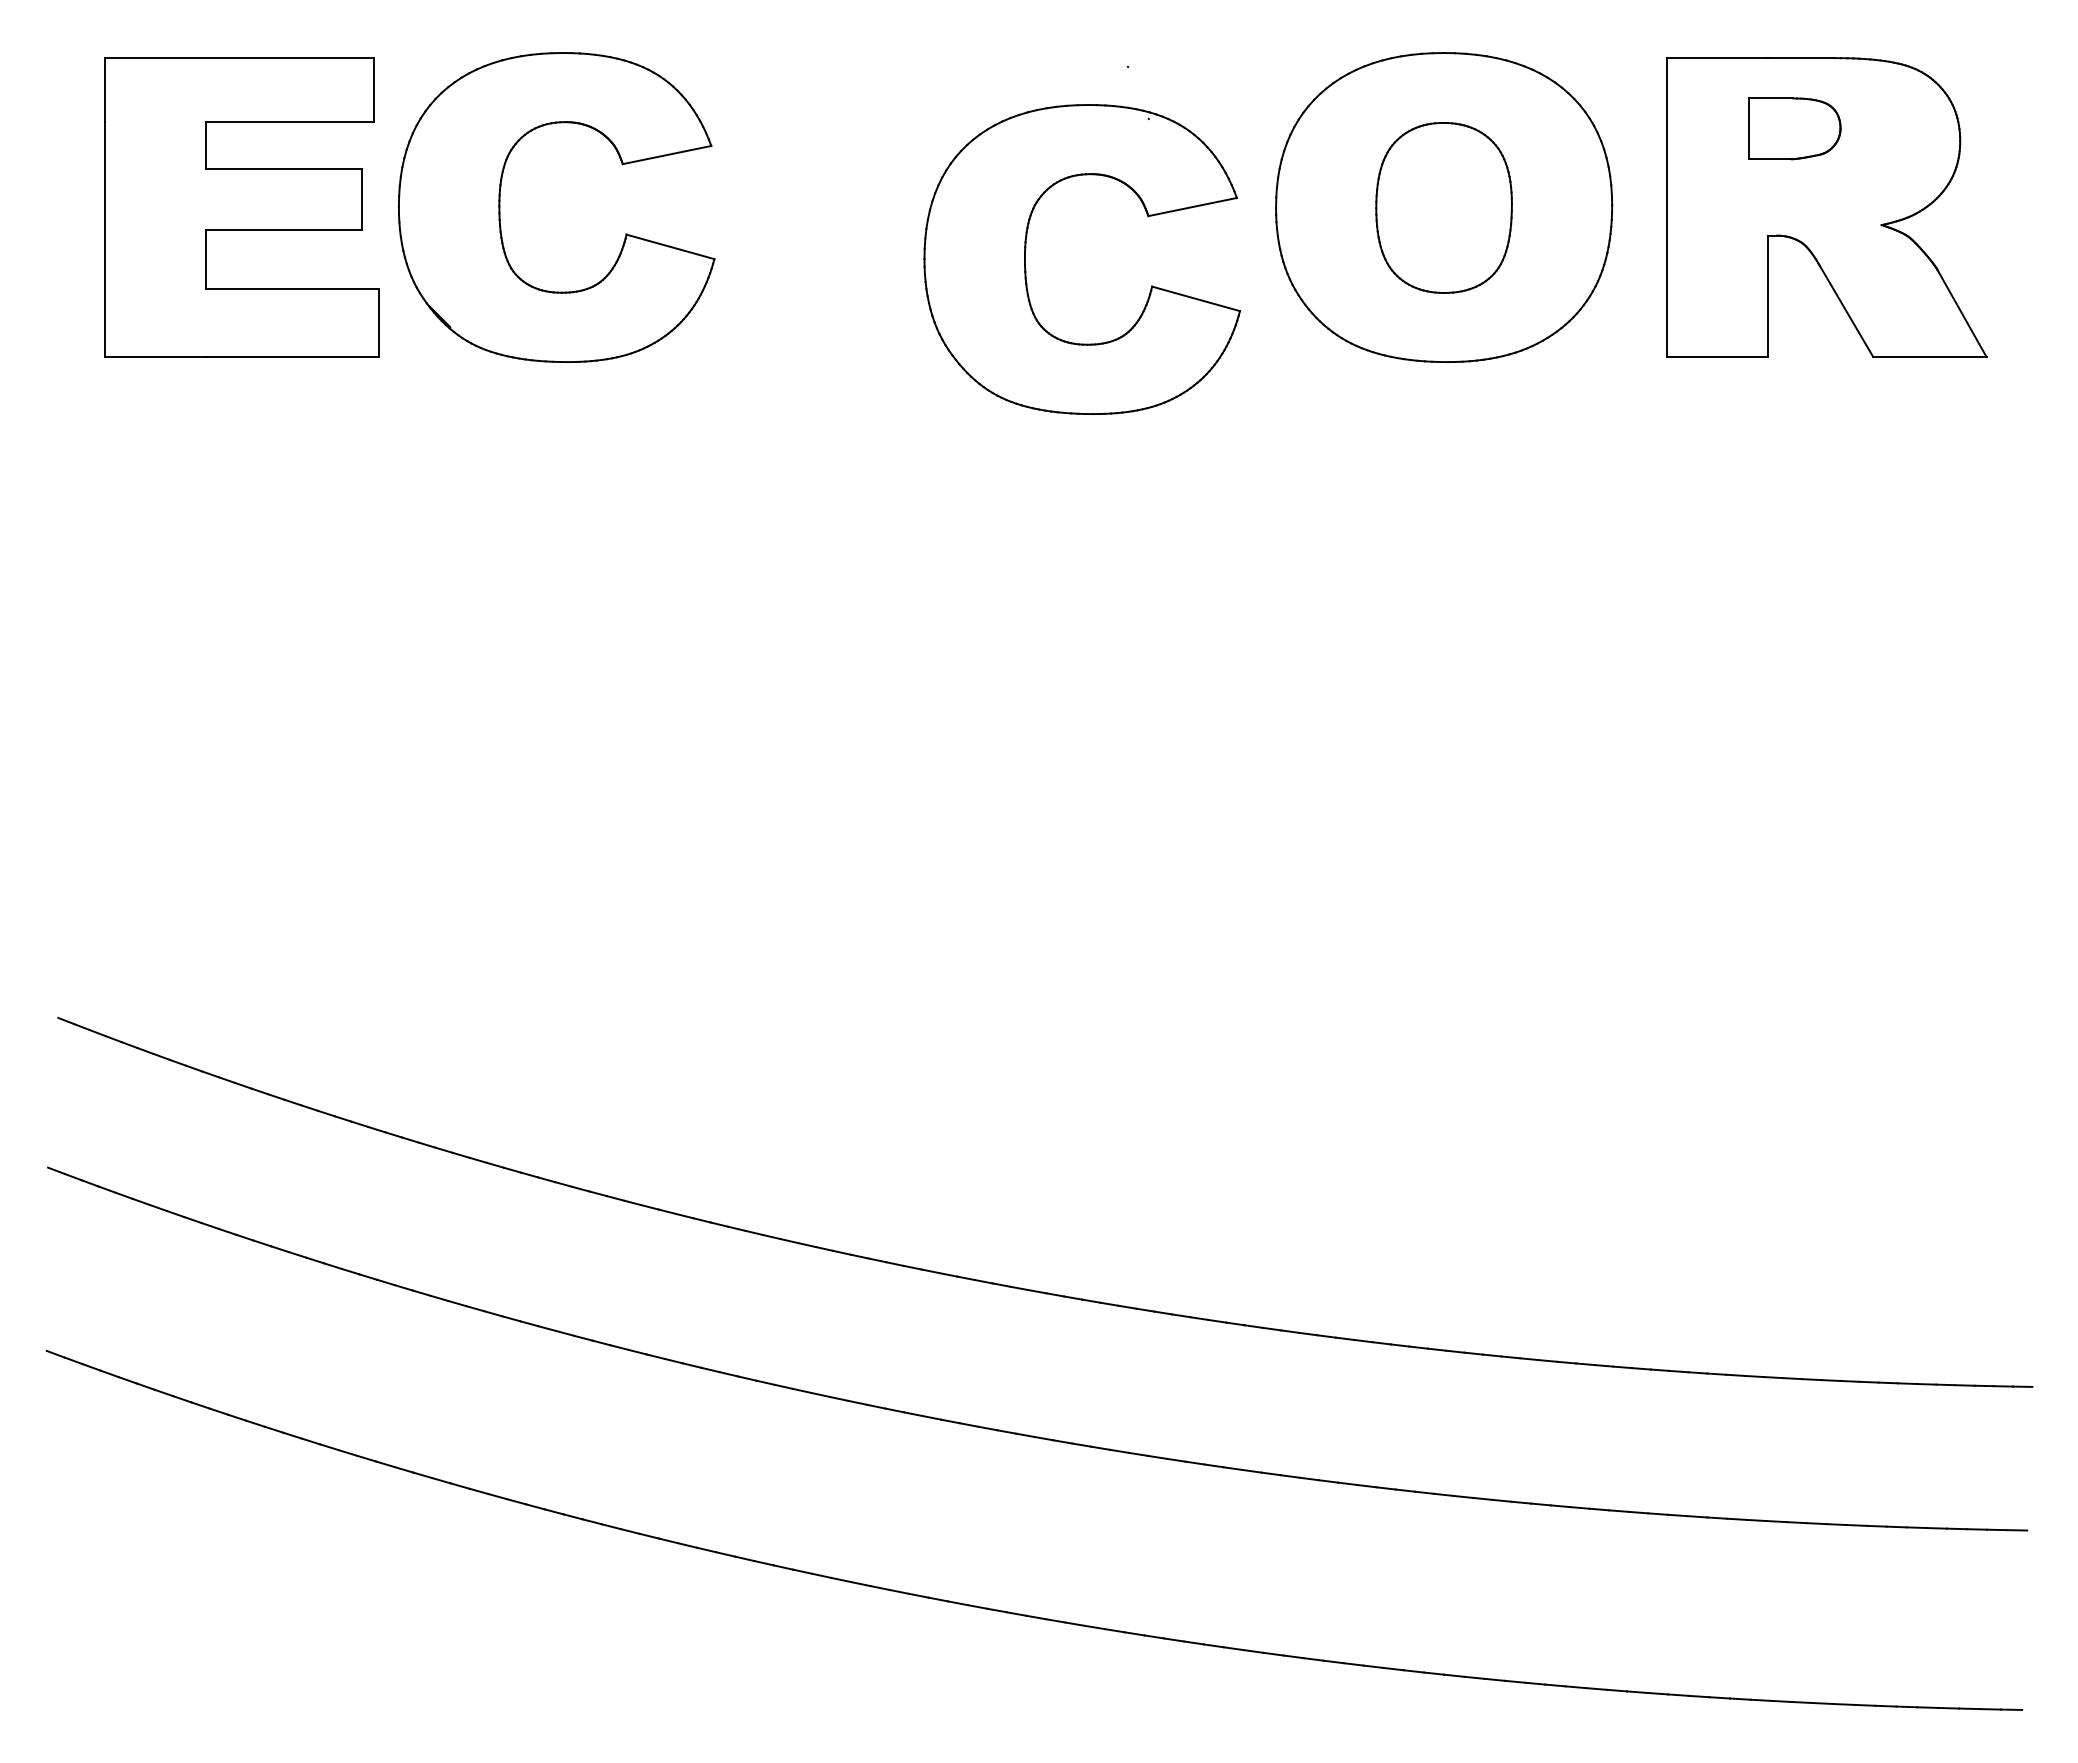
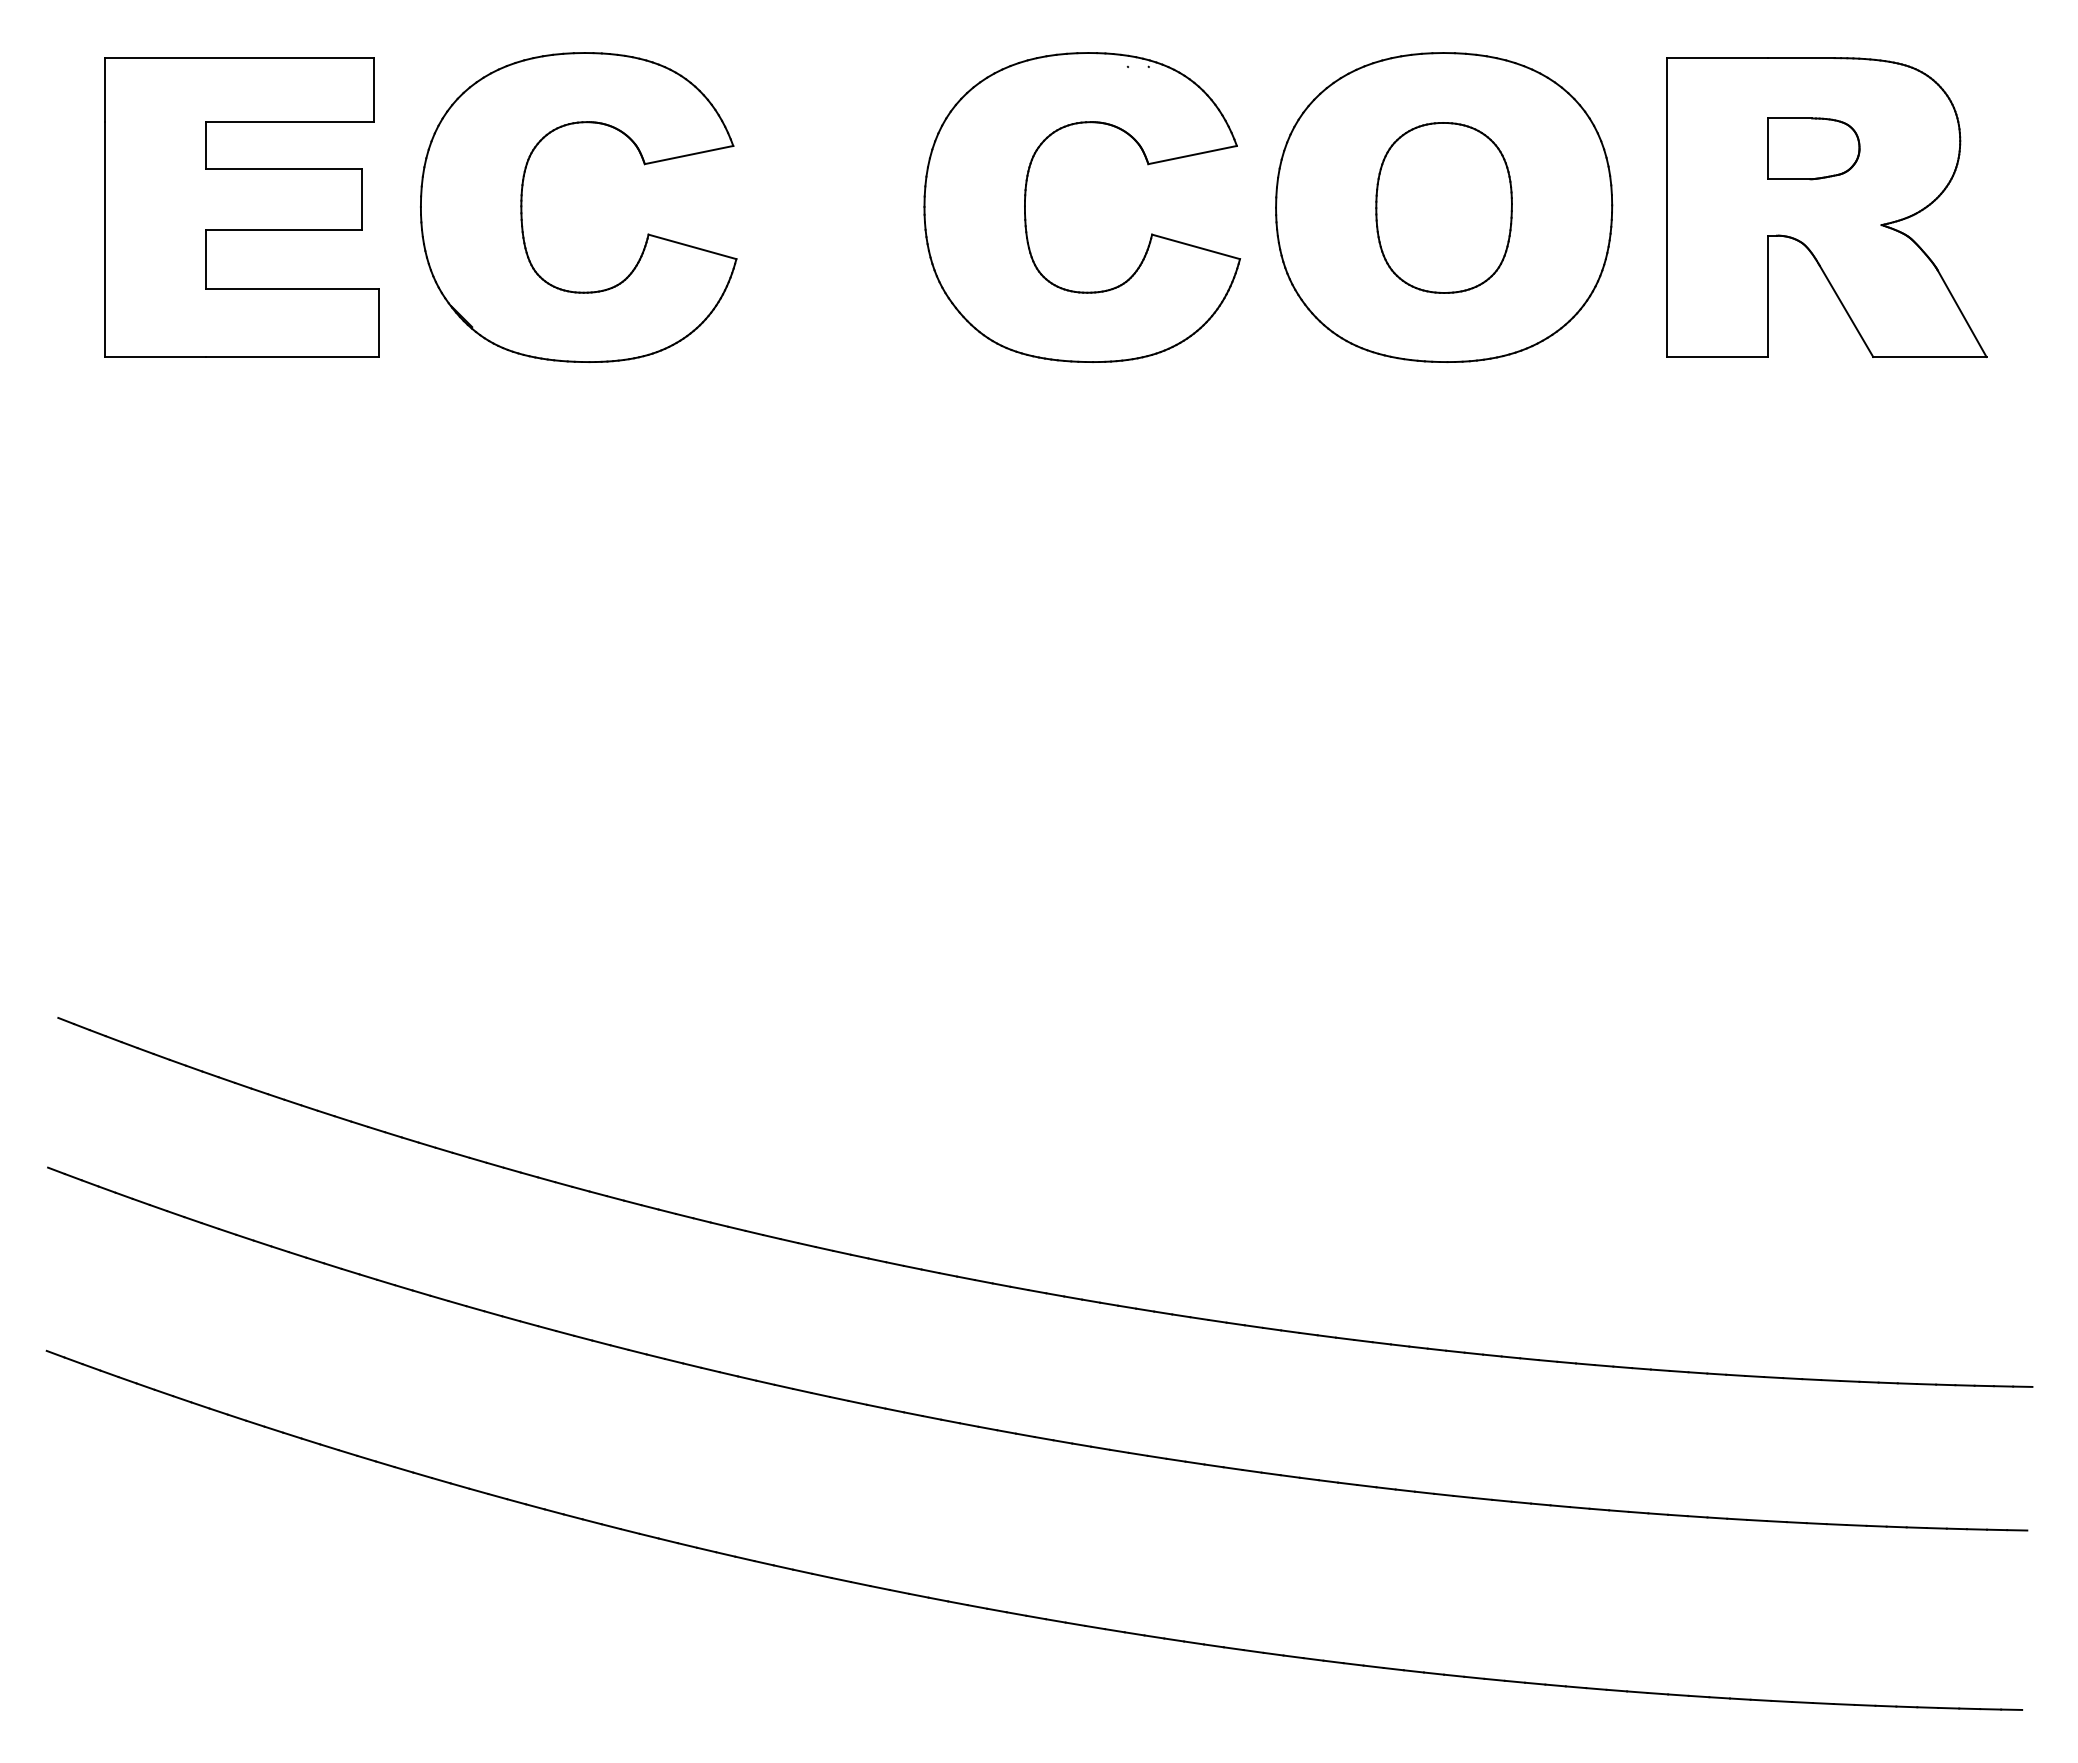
part at (1794, 128) position: (1794, 128) -> (1813, 148)
part at (500, 207) position: (500, 207) -> (522, 207)
part at (1026, 269) position: (1026, 269) -> (1026, 217)
